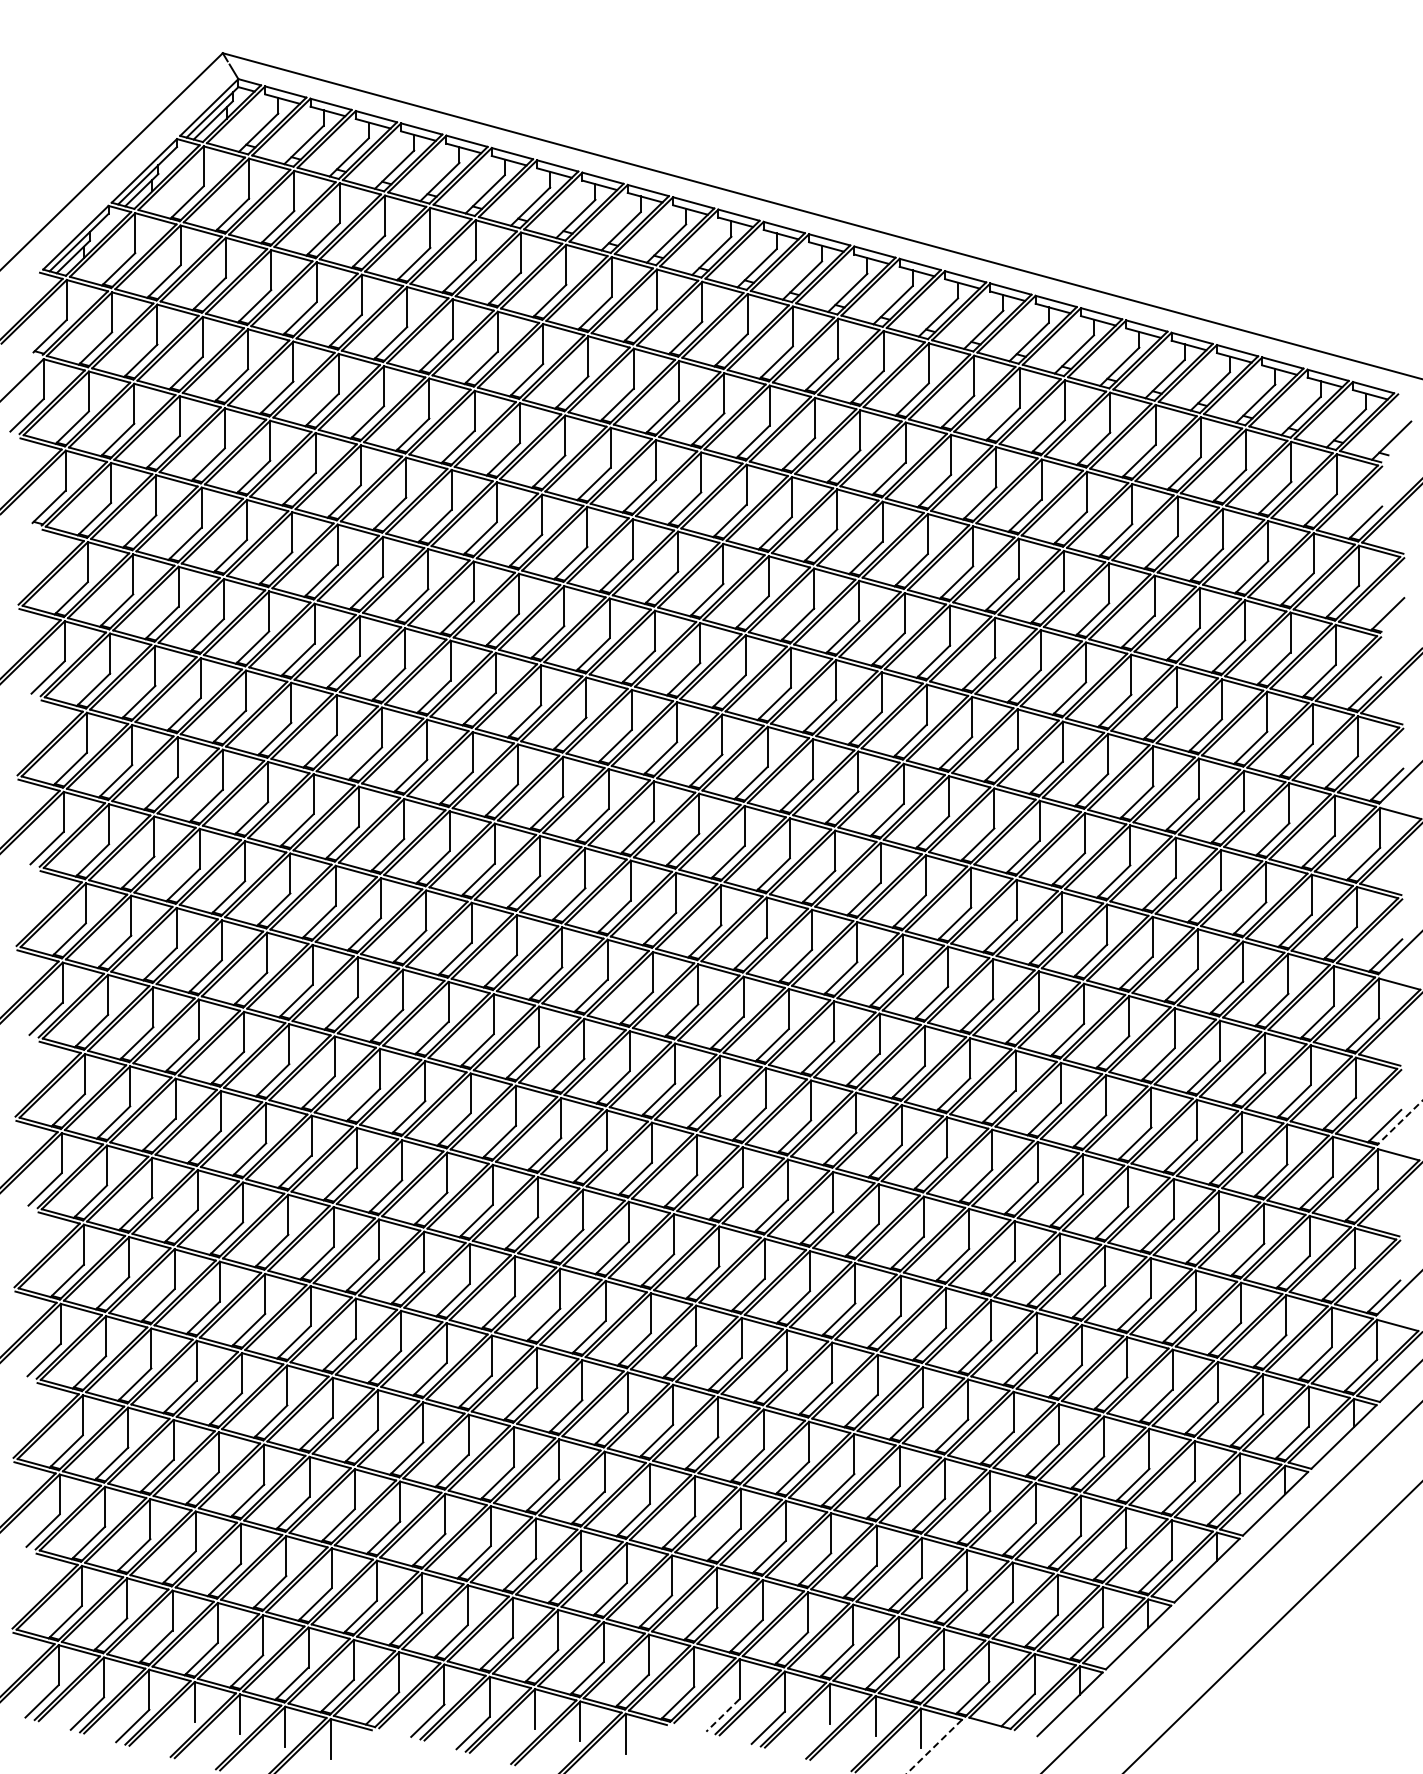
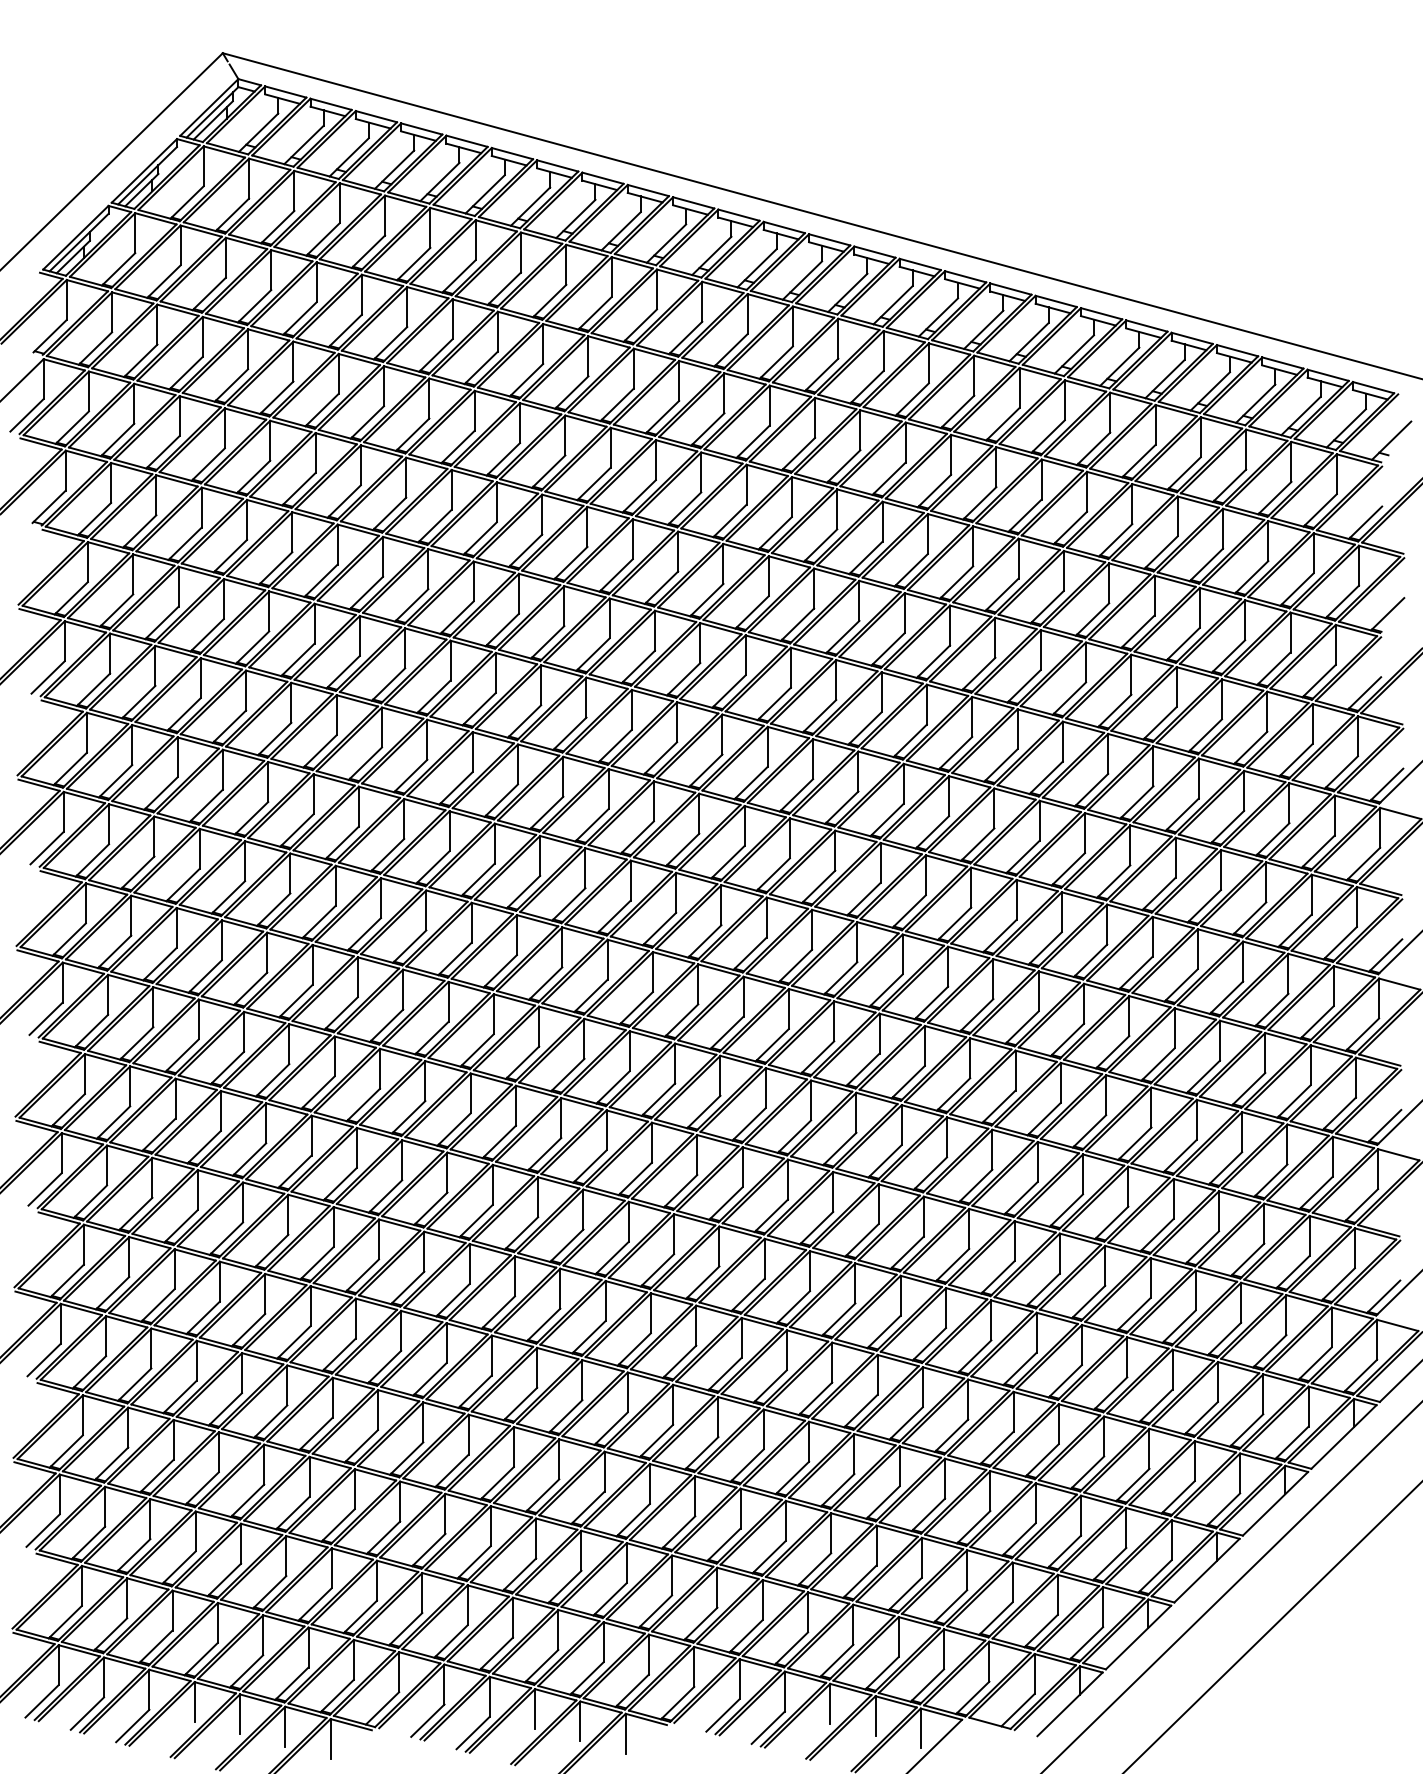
line at (1399, 1122): dashed -> solid
line at (722, 1715): dashed -> solid
line at (934, 1746): dashed -> solid
